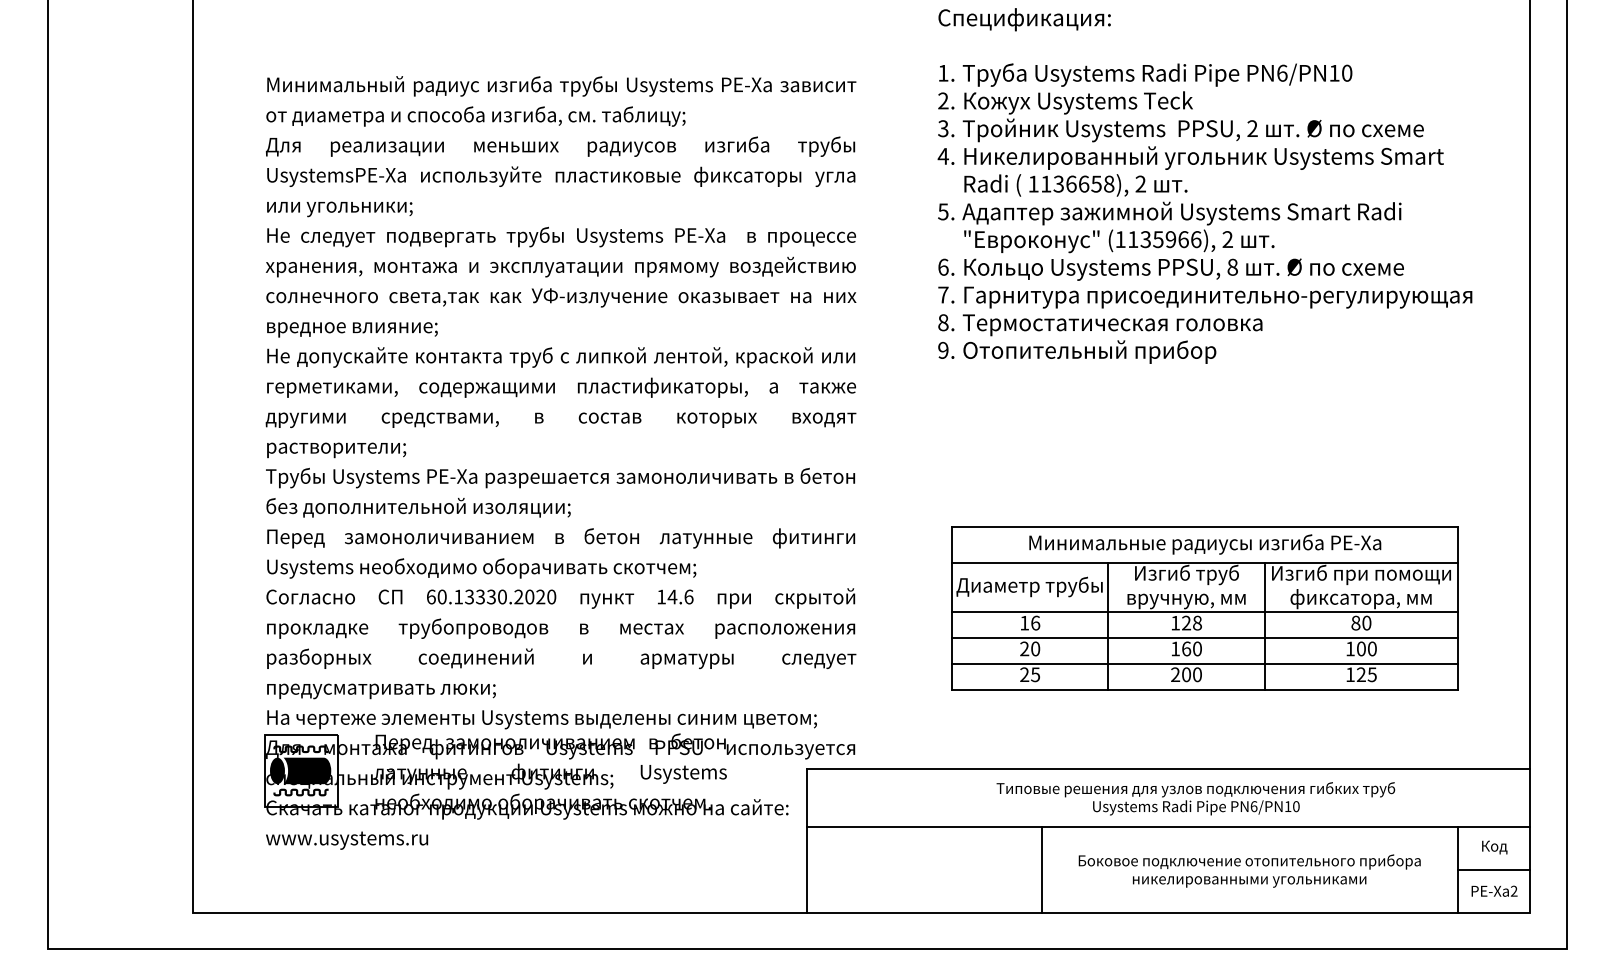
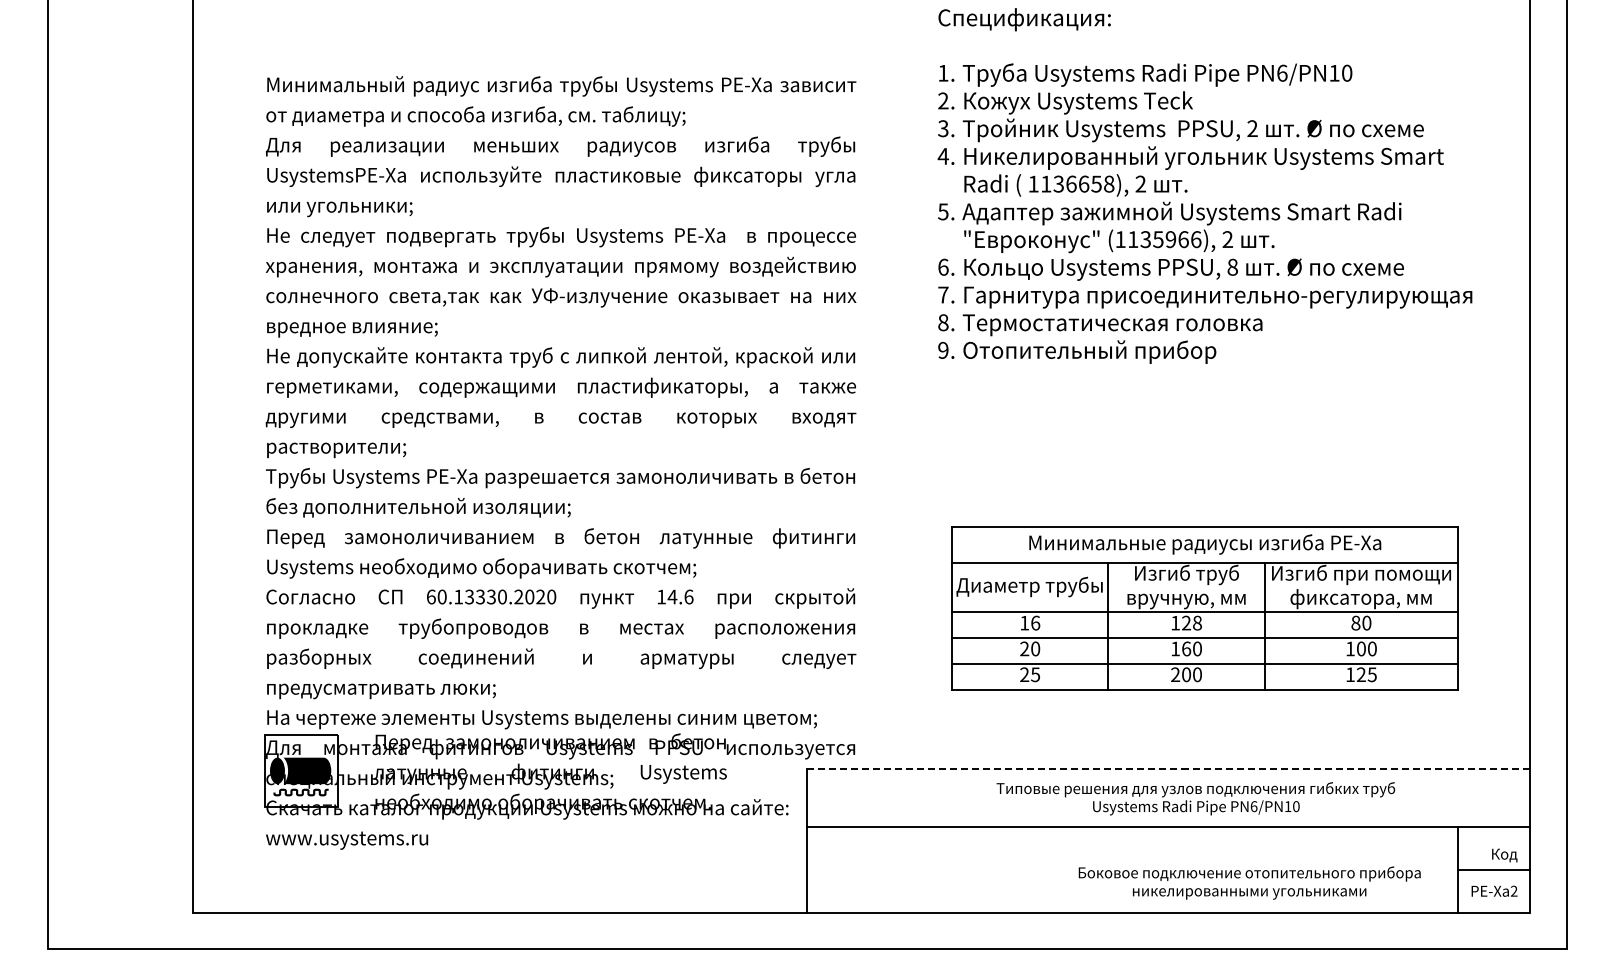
fill at (300, 749): present -> none
line at (1169, 768): solid -> dashed
text at (1494, 847) position: (1494, 847) -> (1504, 855)
line at (1042, 869): present -> none
text at (1249, 870) position: (1249, 870) -> (1249, 882)
